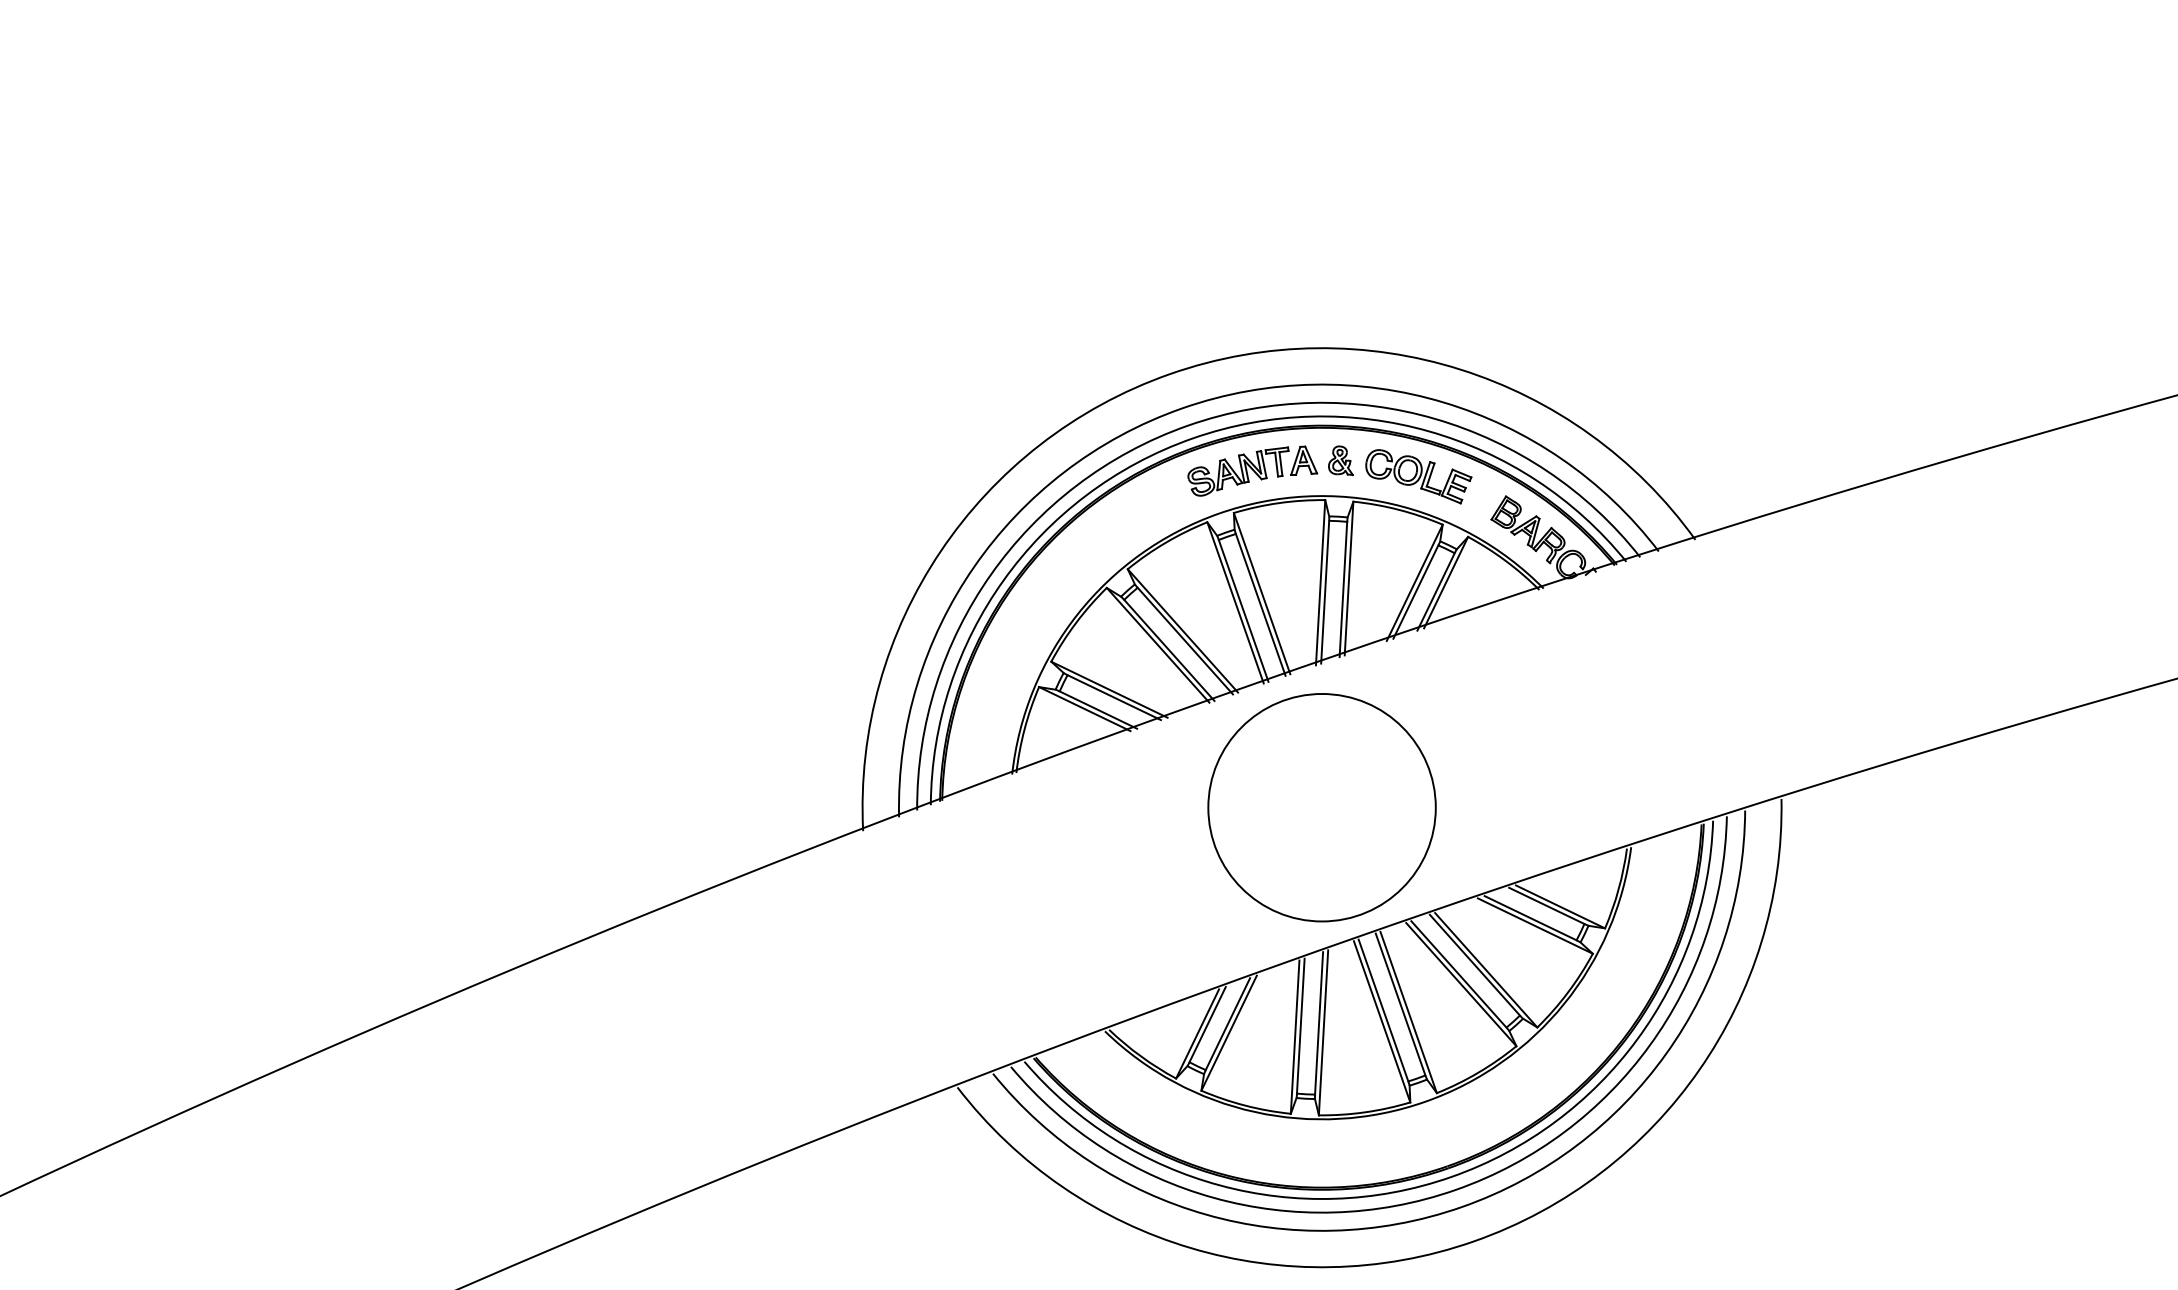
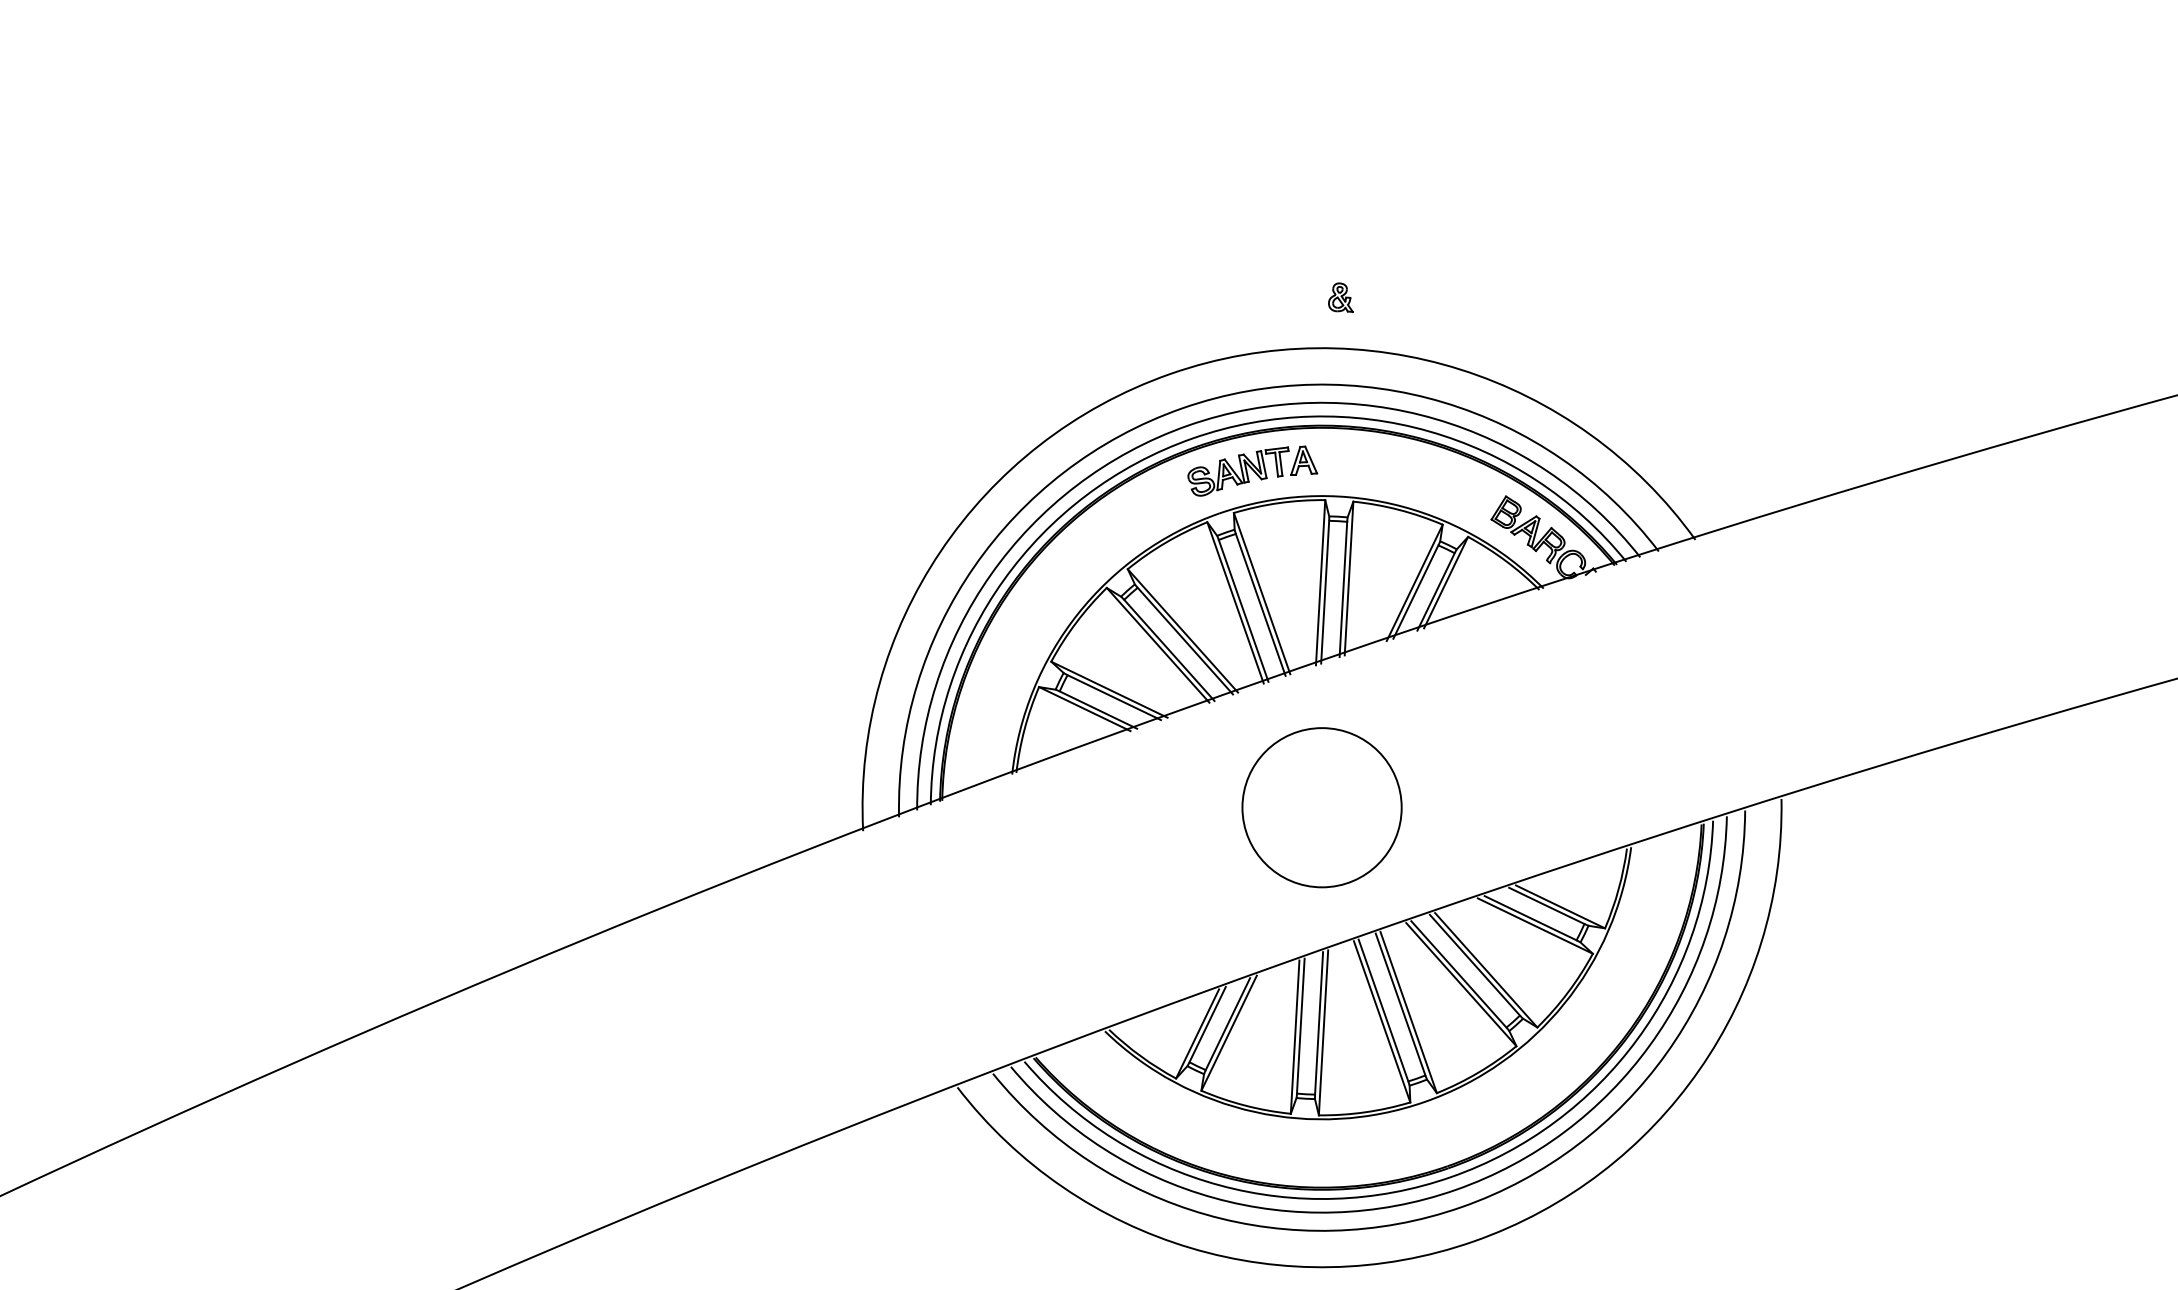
part at (1340, 460) position: (1340, 460) -> (1340, 297)
part at (1418, 476): present -> none
circle at (1321, 807) diameter: 227 px -> 159 px
